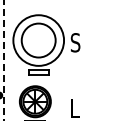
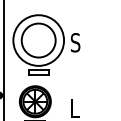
line at (4, 60): dashed -> solid
